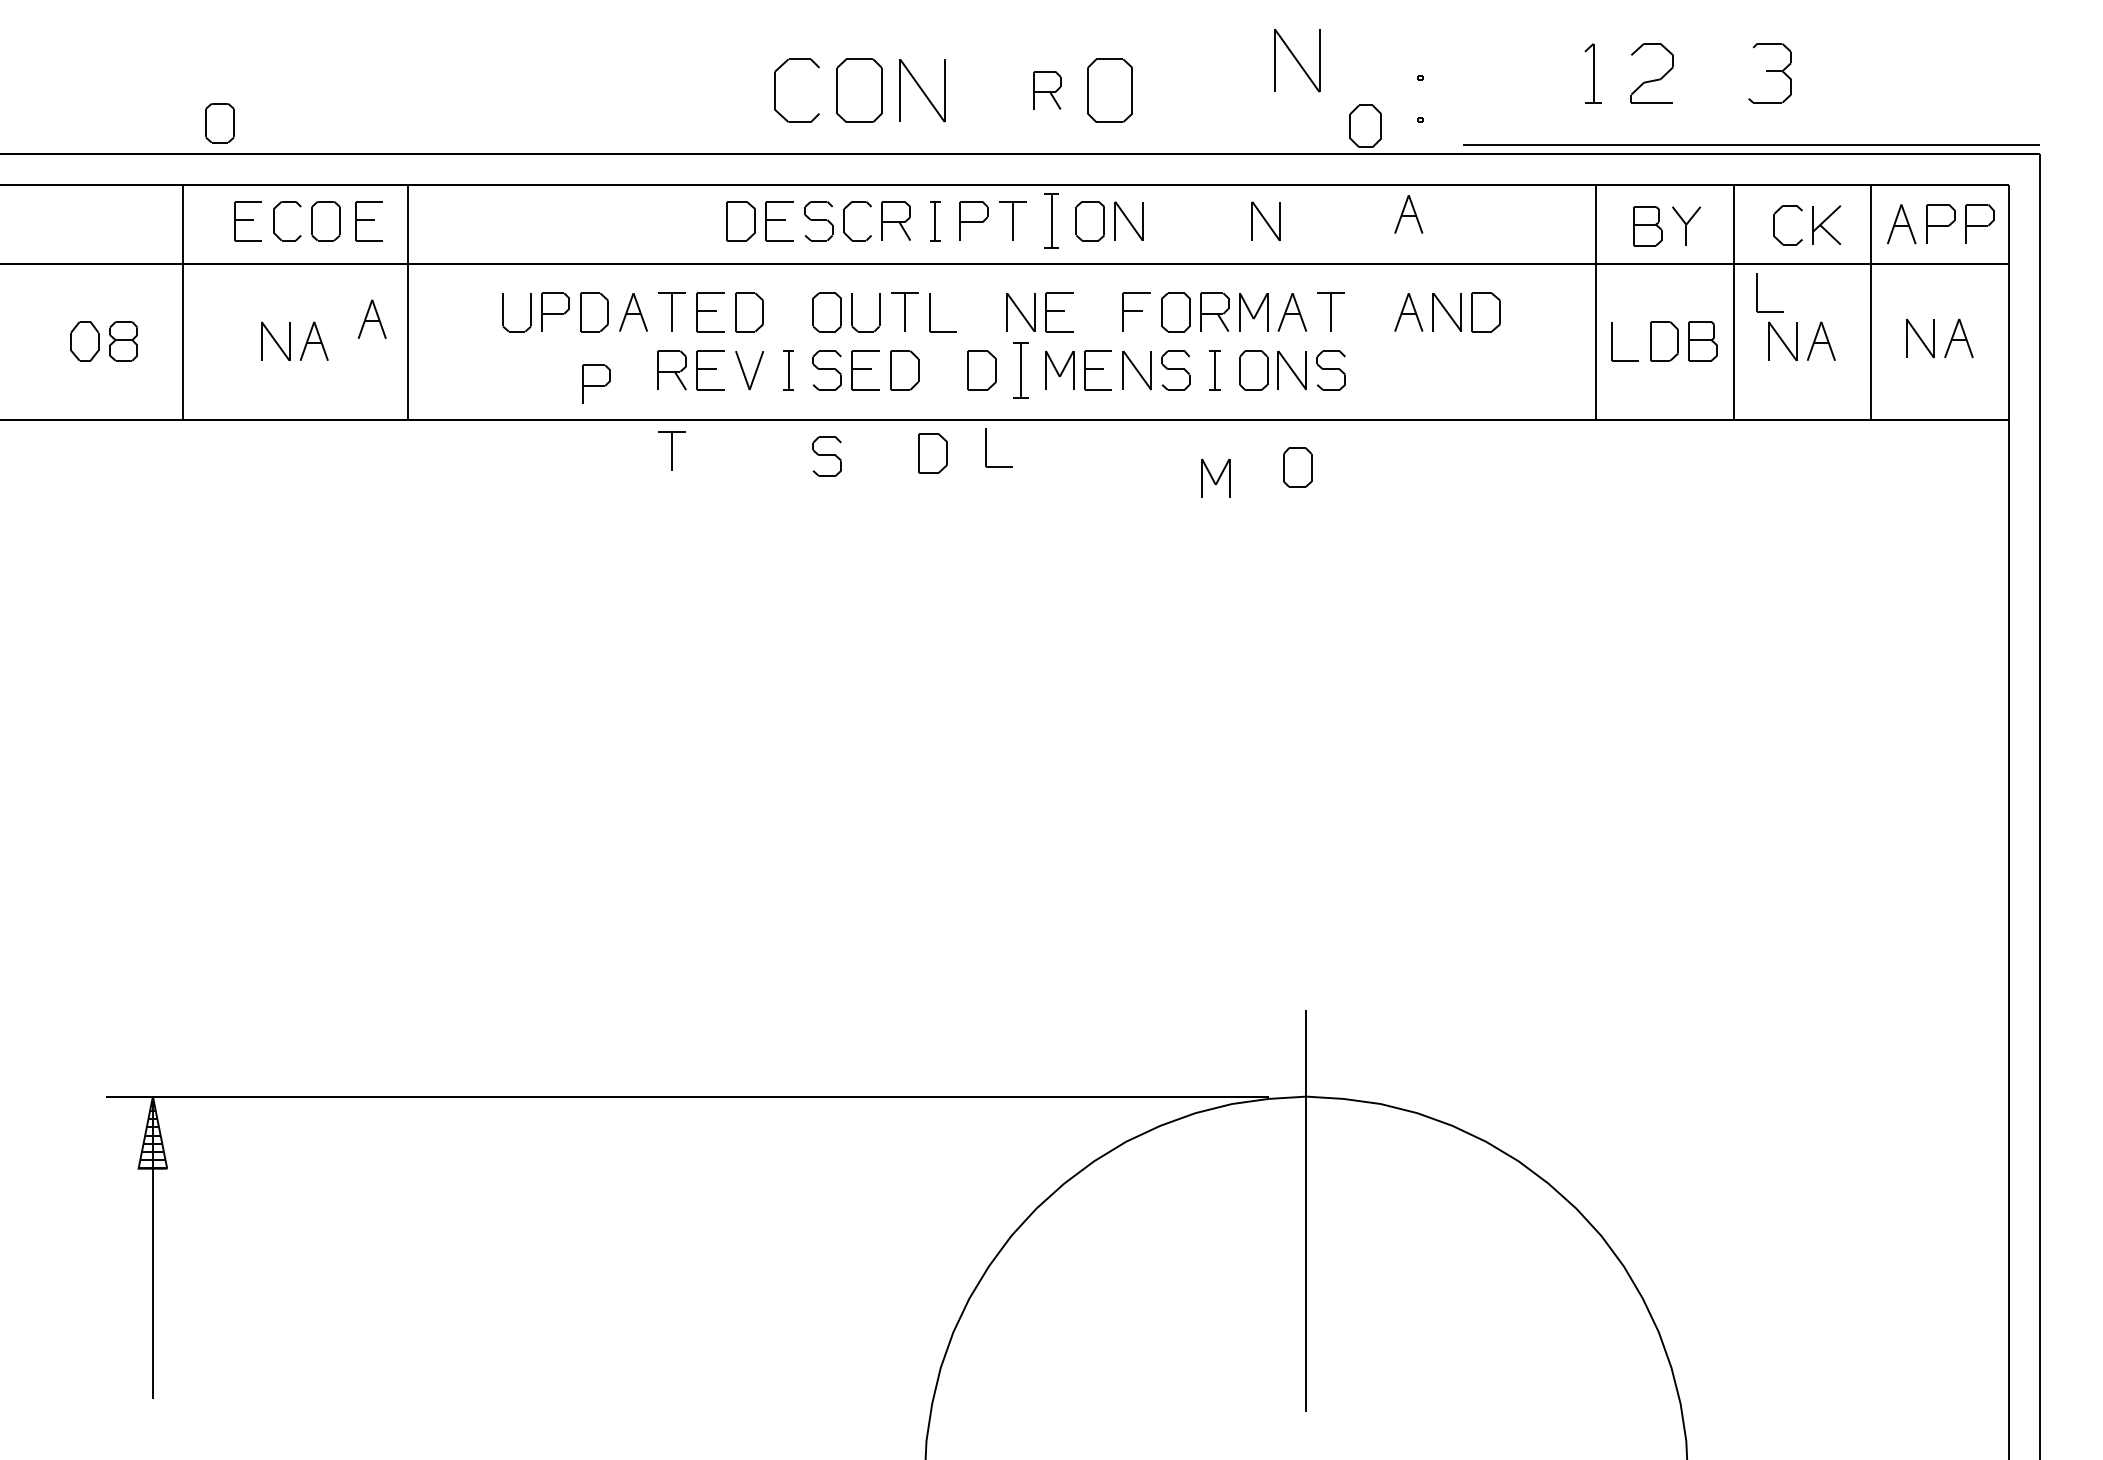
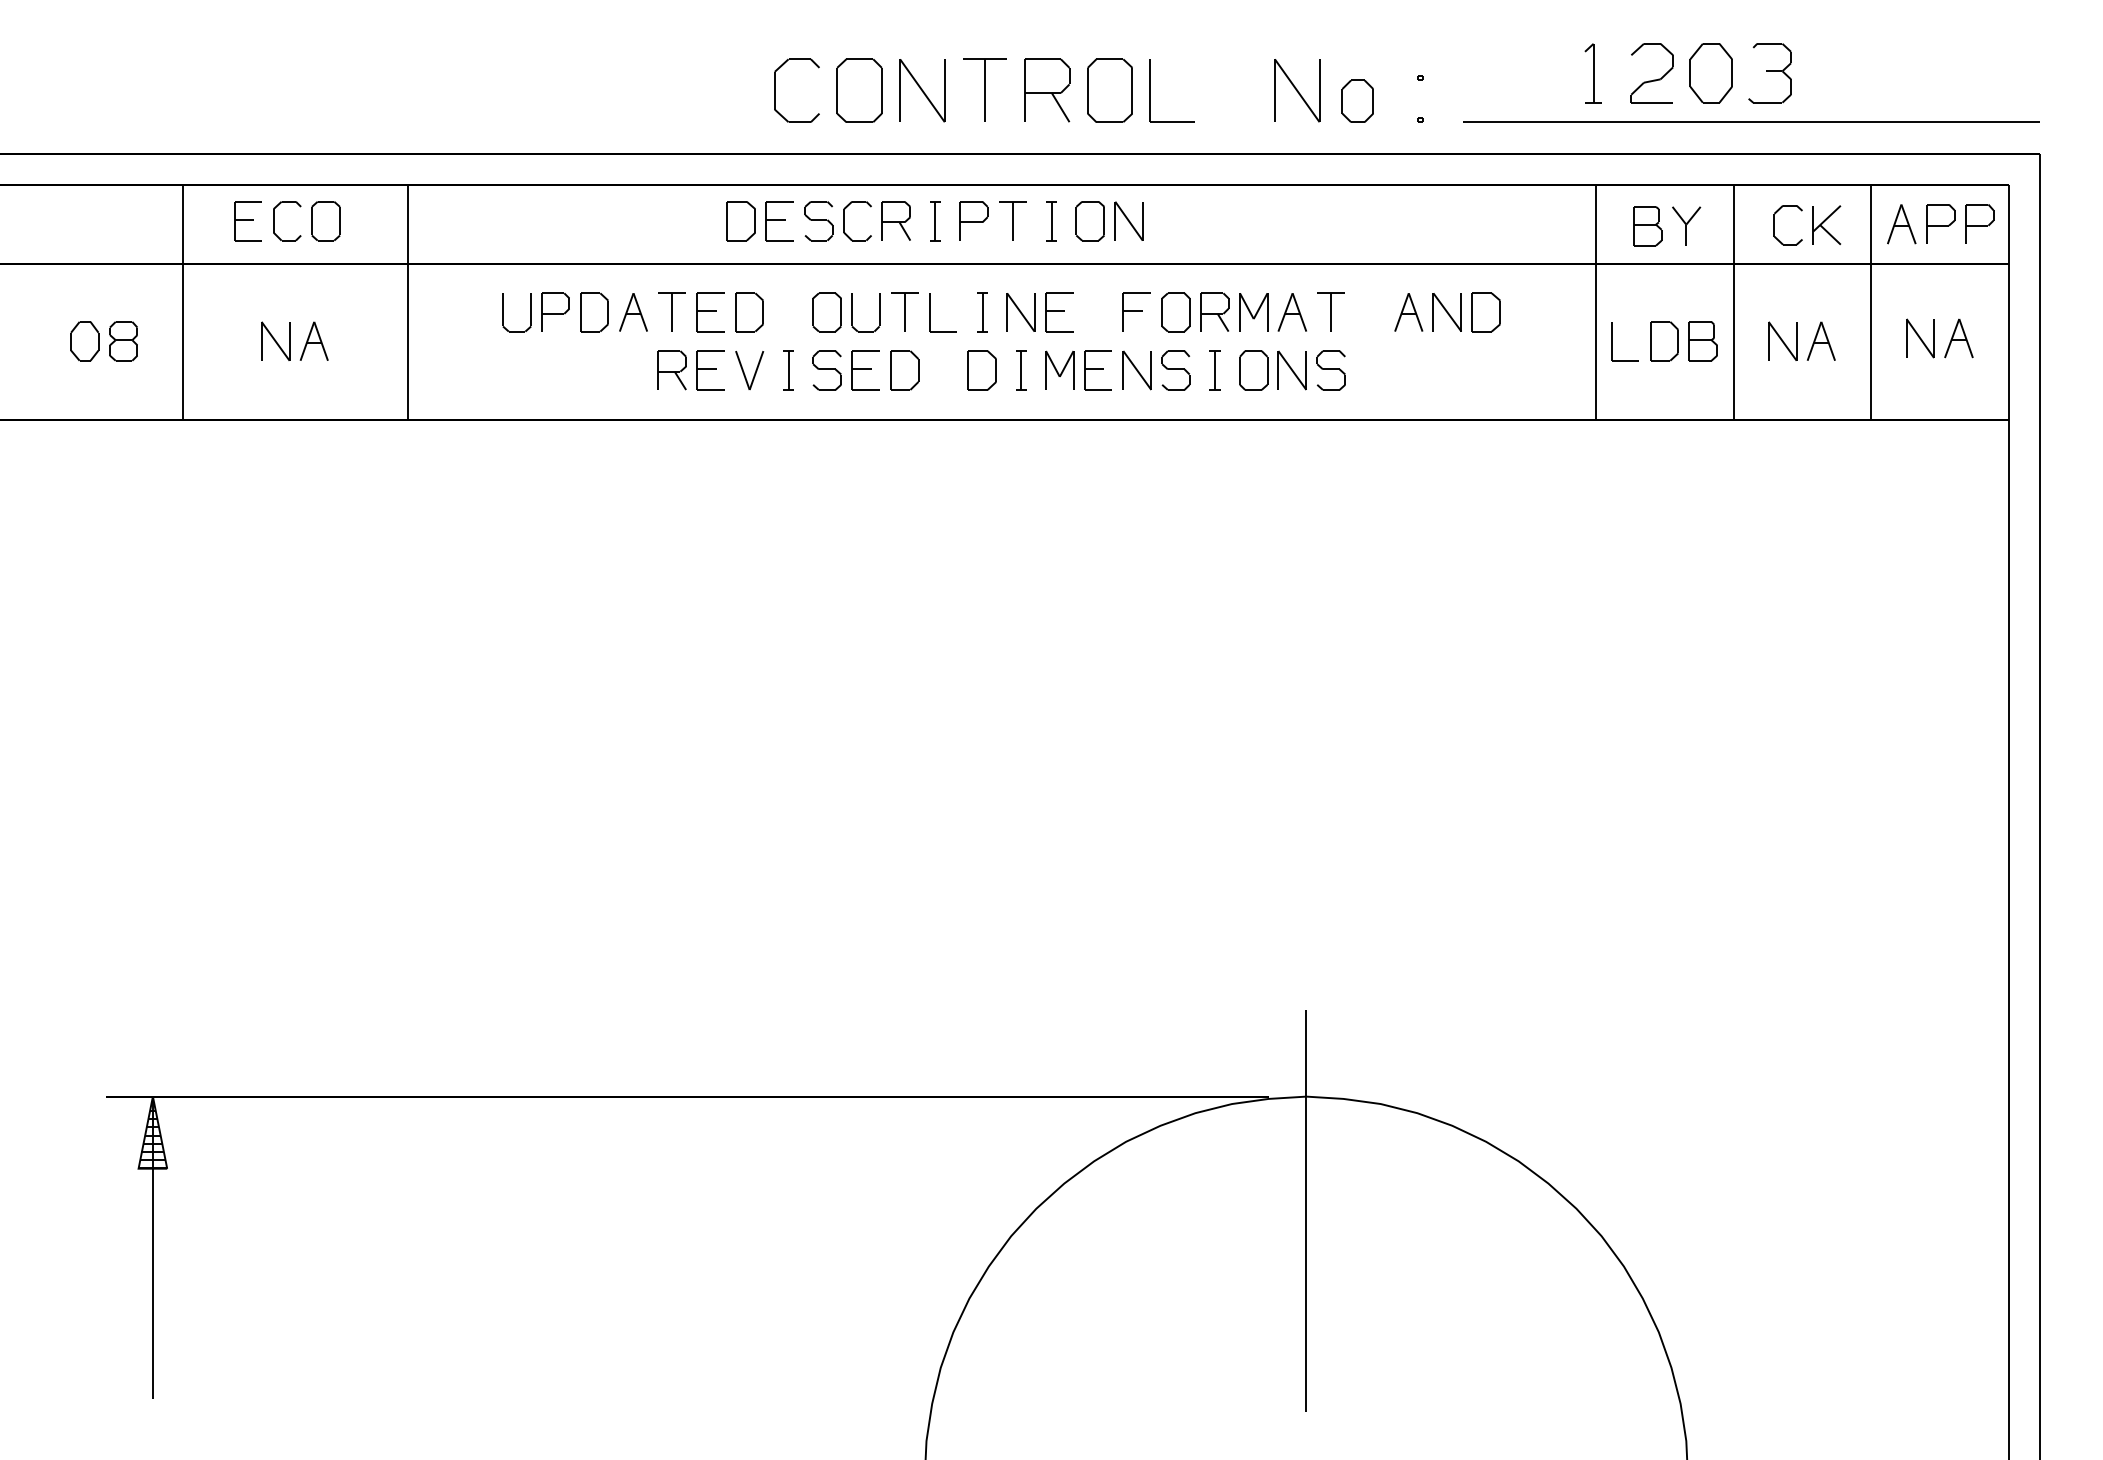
part at (1297, 60) position: (1297, 60) -> (1297, 90)
part at (1710, 73): none -> present
part at (984, 89): none -> present
part at (1047, 90) size: 29x39 px -> 47x65 px
part at (1150, 90): none -> present
part at (219, 123): present -> none
part at (1365, 125) position: (1365, 125) -> (1357, 100)
line at (1751, 144) position: (1751, 144) -> (1751, 121)
part at (1408, 214): present -> none
part at (1051, 220) size: 15x56 px -> 11x41 px
part at (1265, 220): present -> none
part at (368, 221): present -> none
part at (1757, 292): present -> none
part at (982, 312): none -> present
part at (371, 318): present -> none
part at (1020, 370) size: 16x57 px -> 11x41 px
part at (596, 383): present -> none
part at (986, 447): present -> none
part at (671, 450): present -> none
part at (932, 453): present -> none
part at (826, 456): present -> none
part at (1297, 467): present -> none
part at (1215, 477): present -> none
